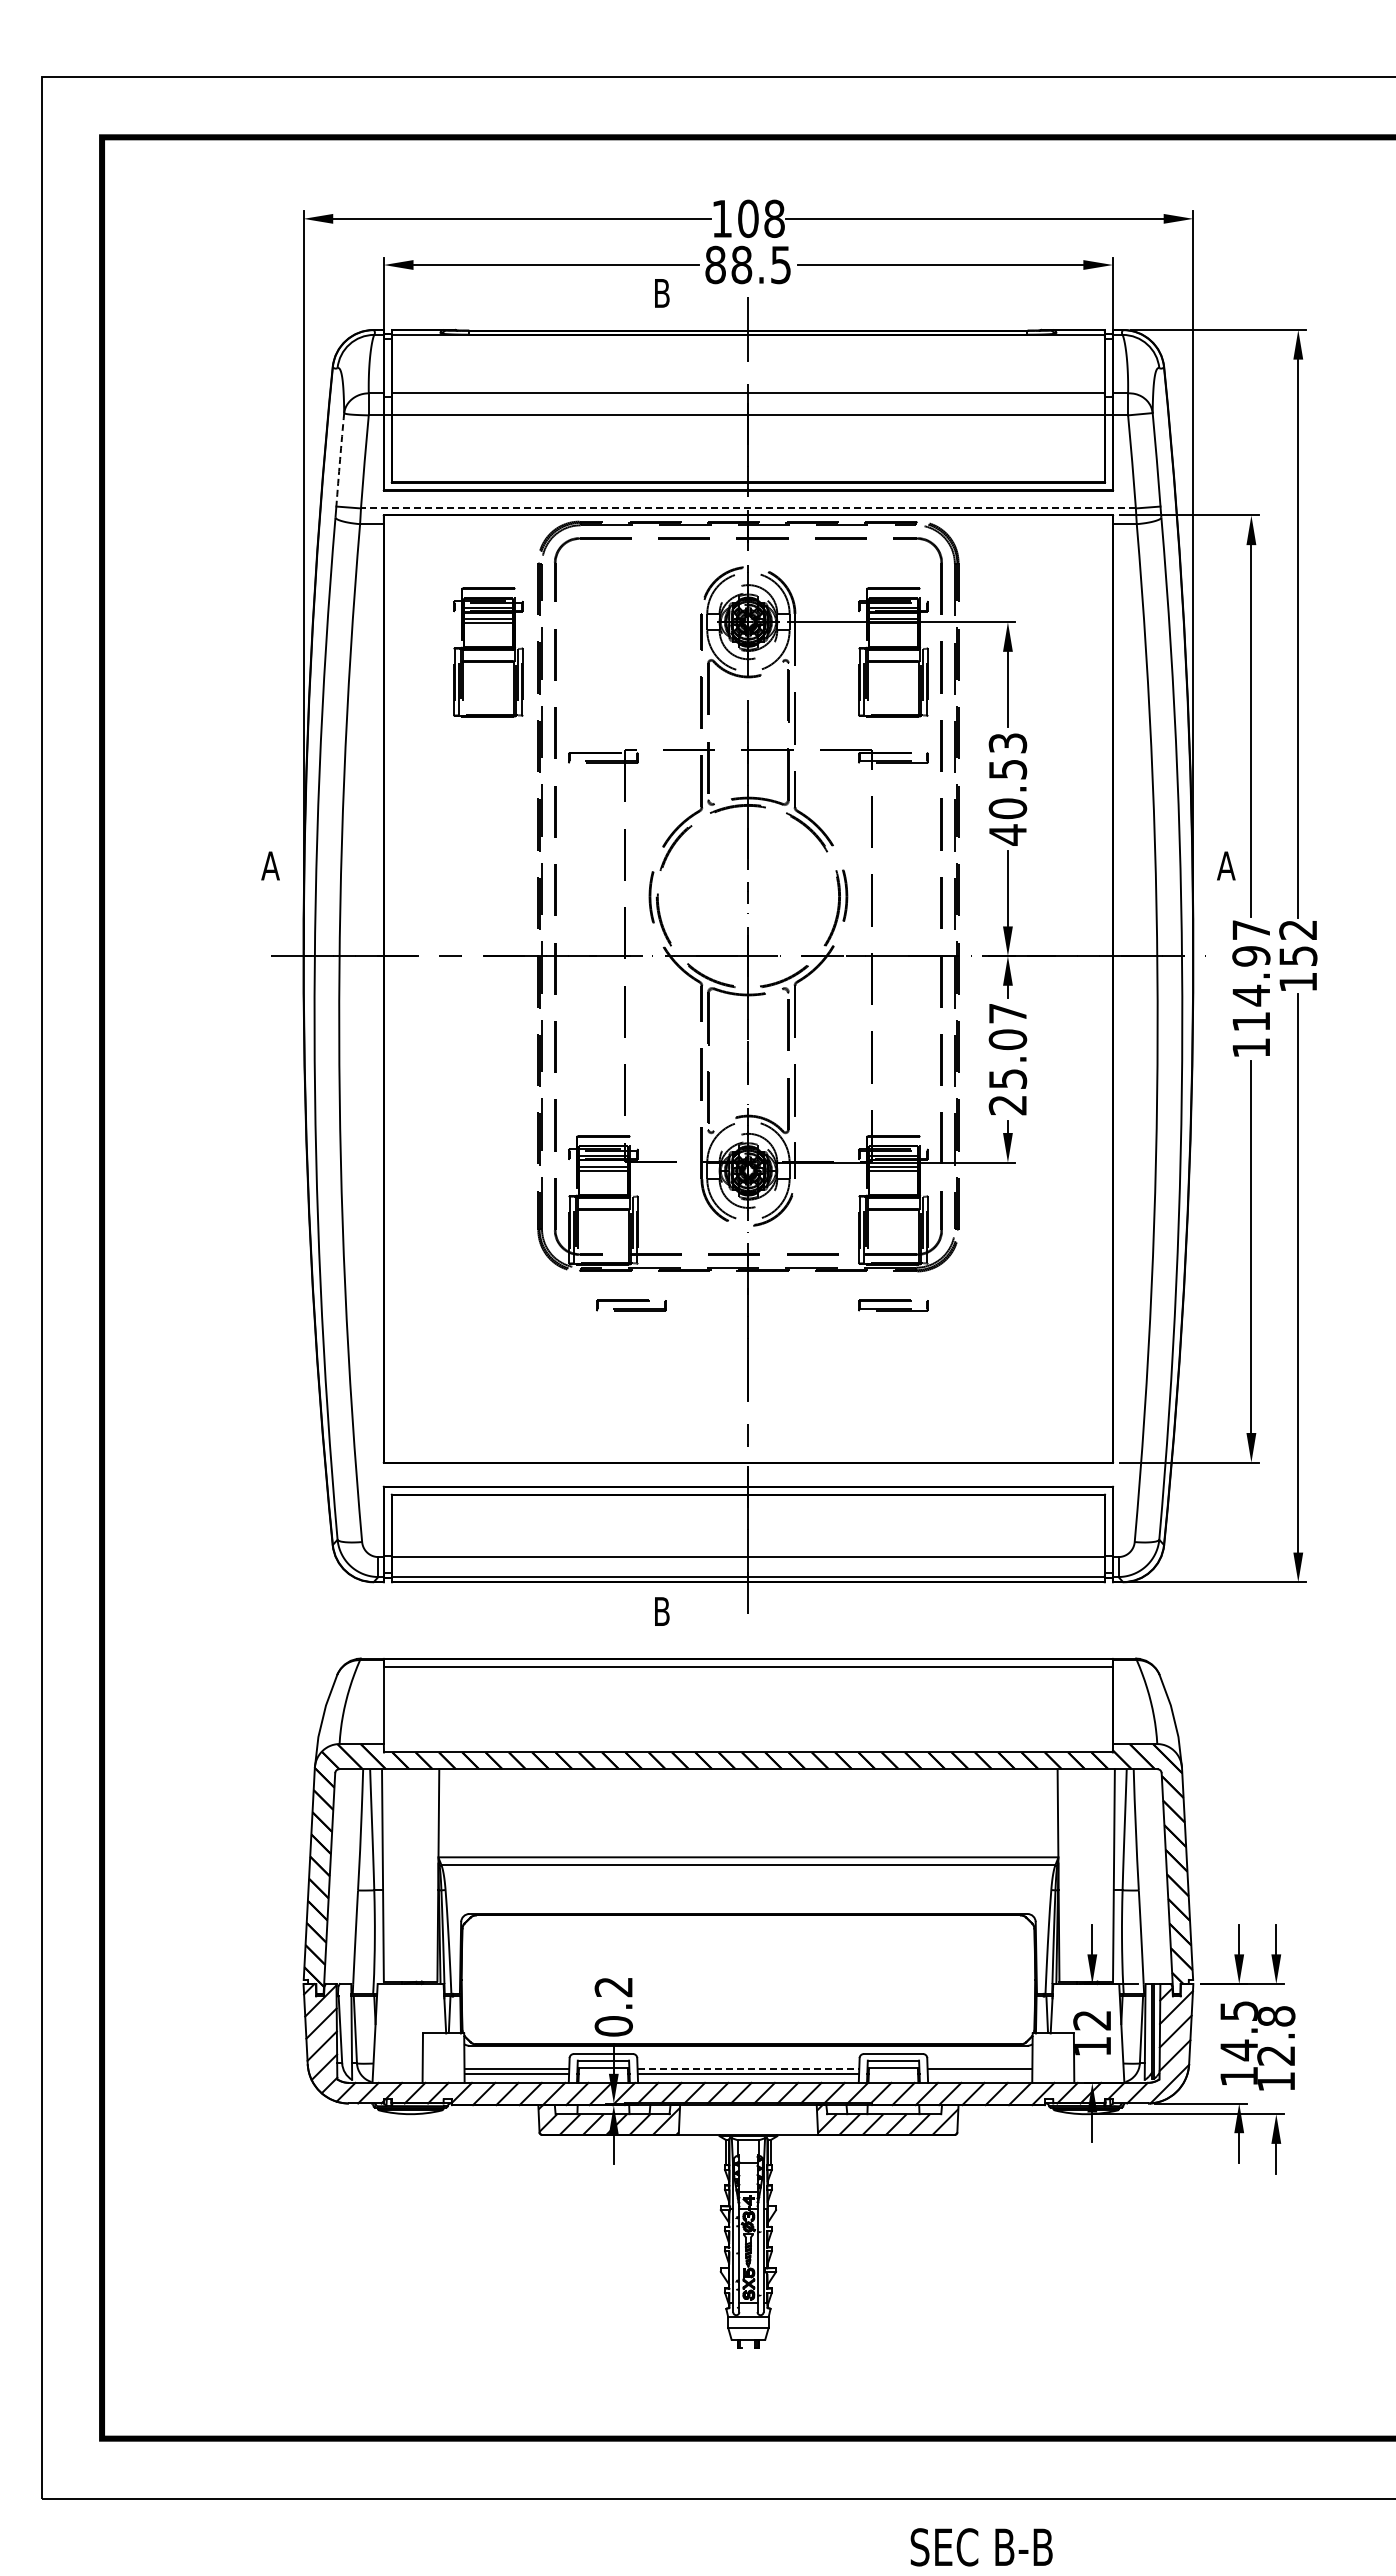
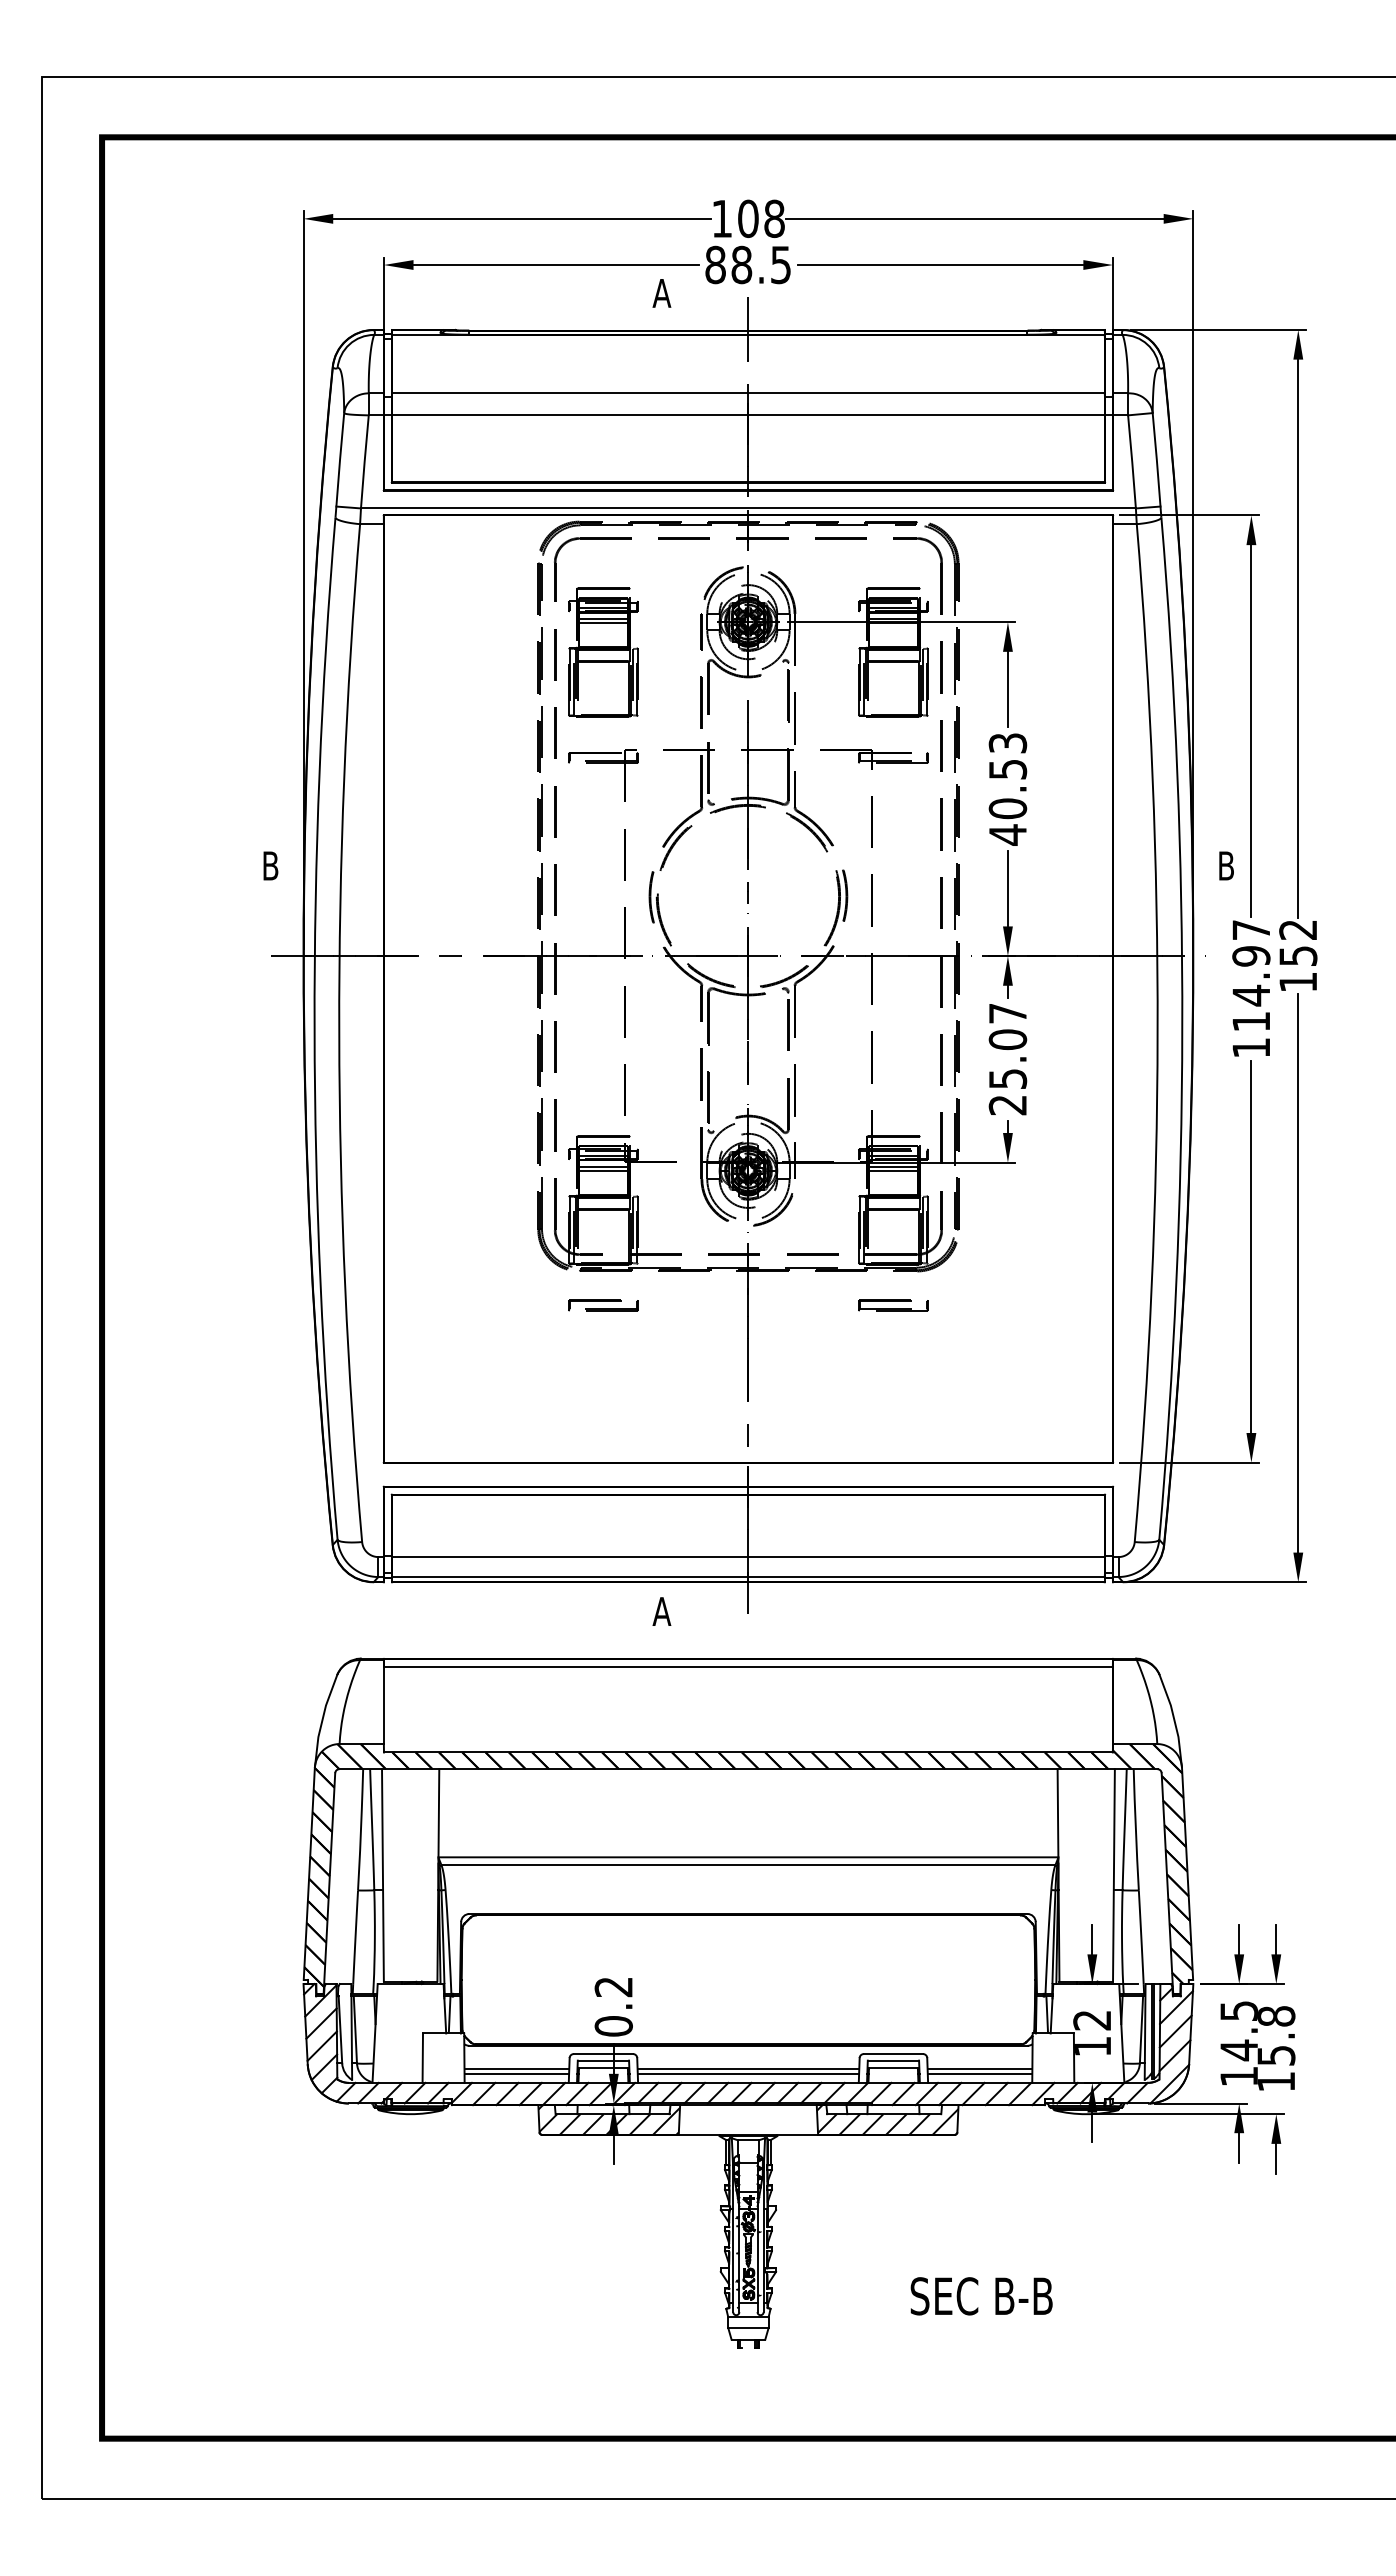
text at (661, 293): B -> A
arc at (340, 459): dashed -> solid
line at (747, 508): dashed -> solid
part at (488, 652) position: (488, 652) -> (603, 652)
text at (270, 865): A -> B
text at (1226, 865): A -> B
part at (631, 1305) position: (631, 1305) -> (603, 1305)
text at (661, 1611): B -> A
text at (1276, 2055): 12.8 -> 15.8
line at (748, 2069): dashed -> solid
line at (979, 2073): none -> present
text at (981, 2547) position: (981, 2547) -> (981, 2296)
